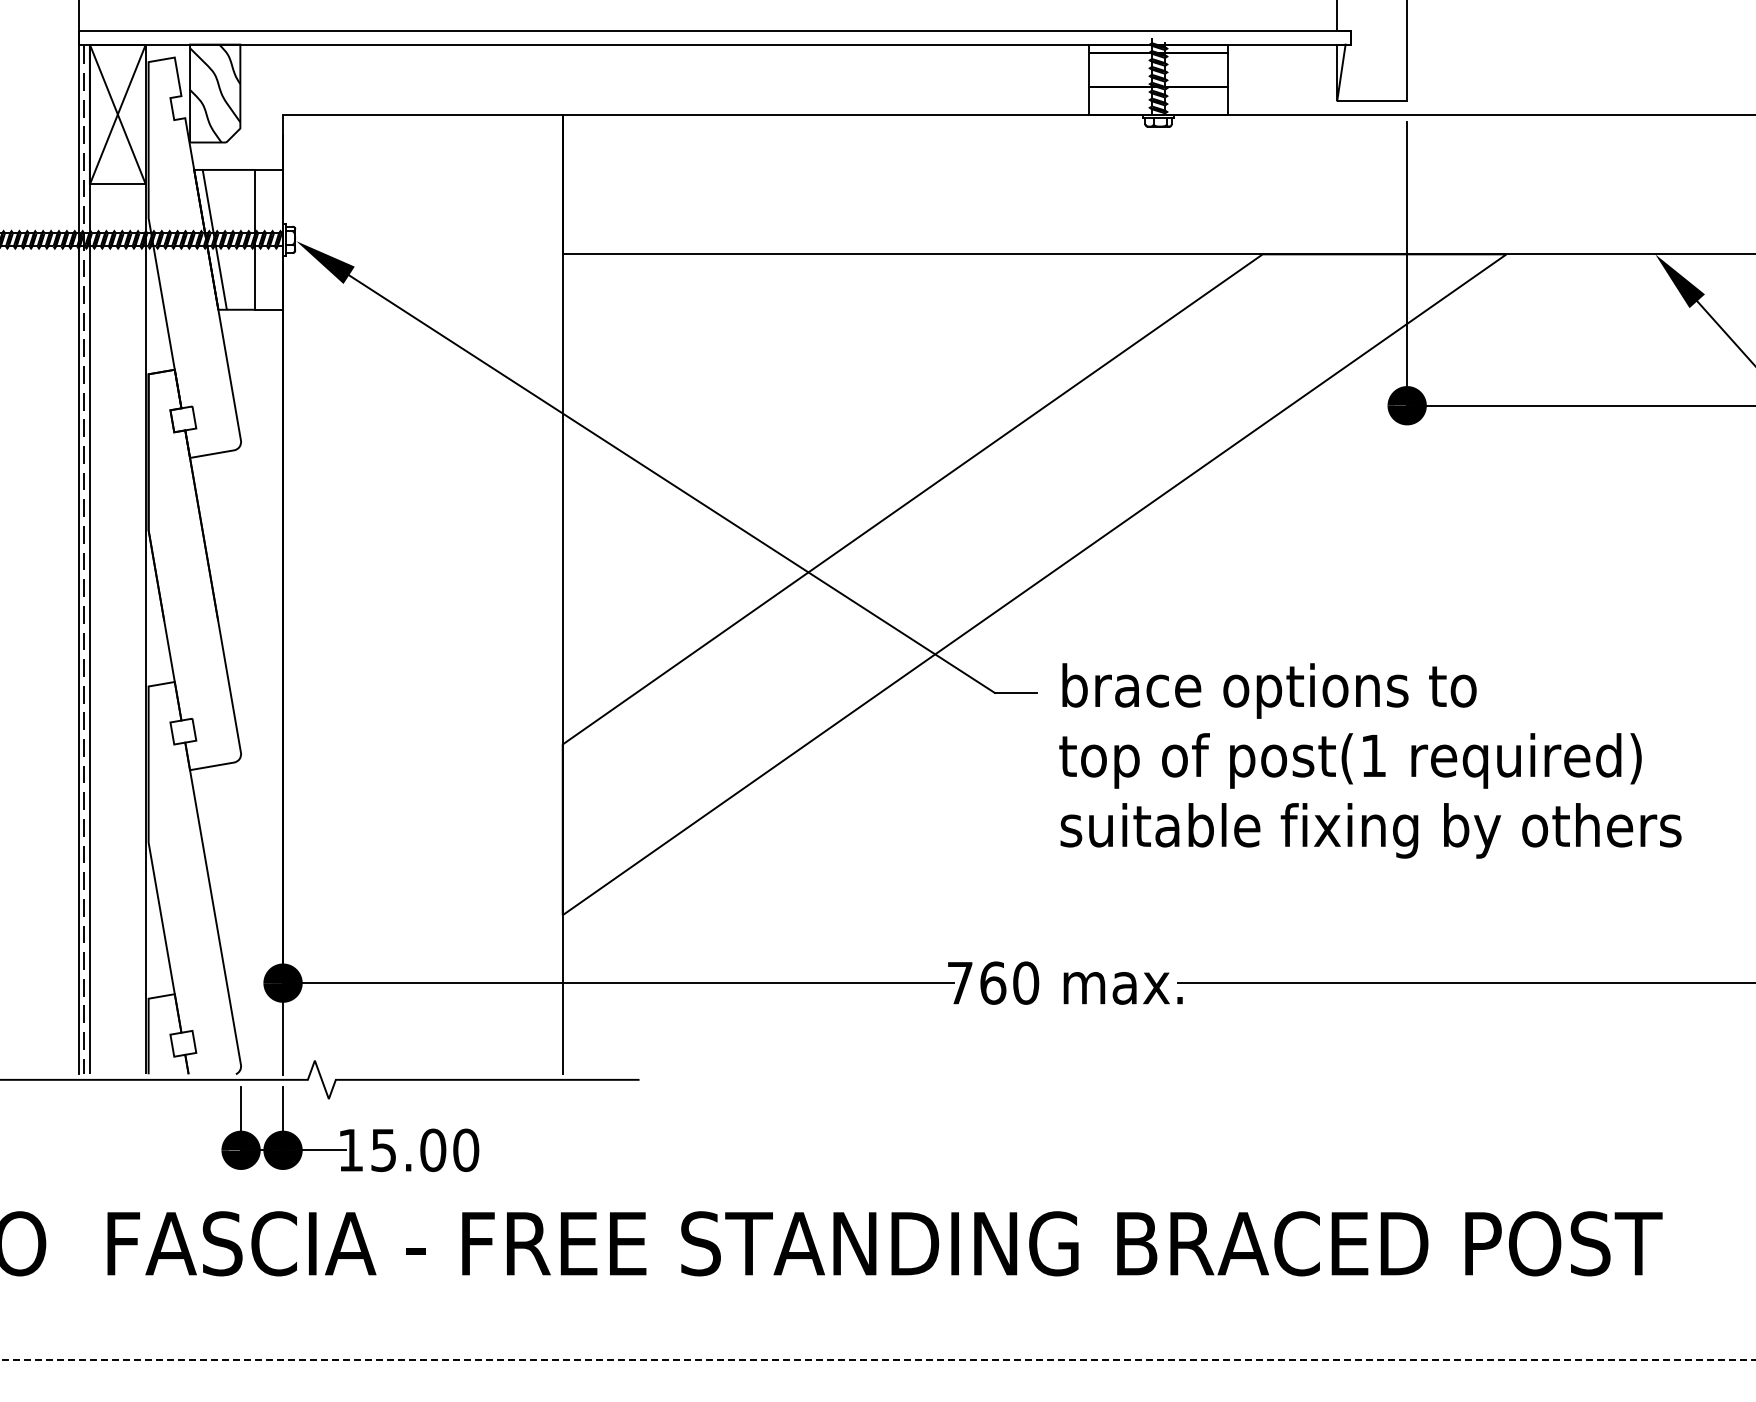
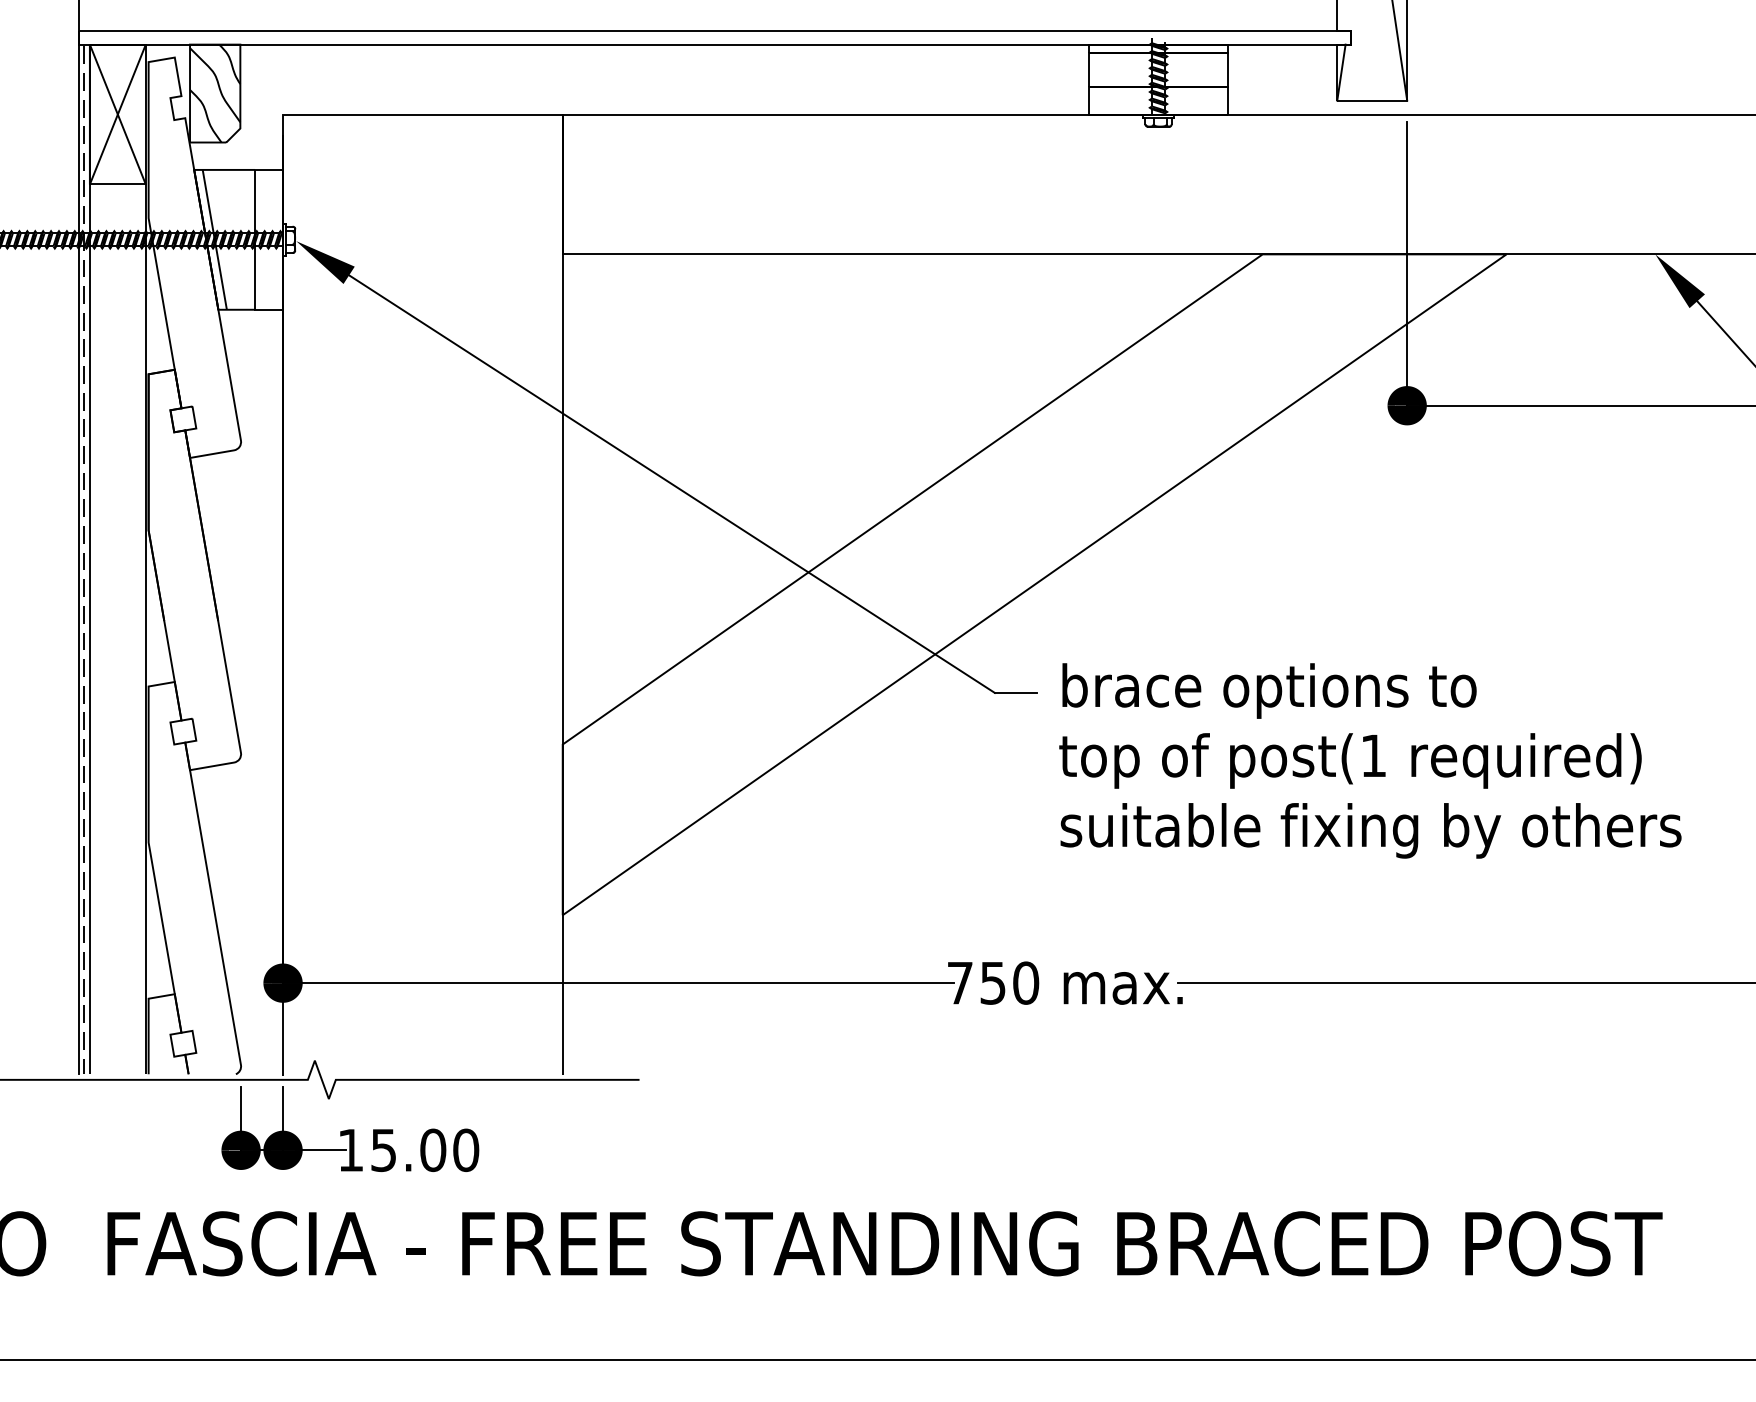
line at (1399, 51): none -> present
text at (993, 982): 760 -> 750
line at (877, 1359): dashed -> solid
